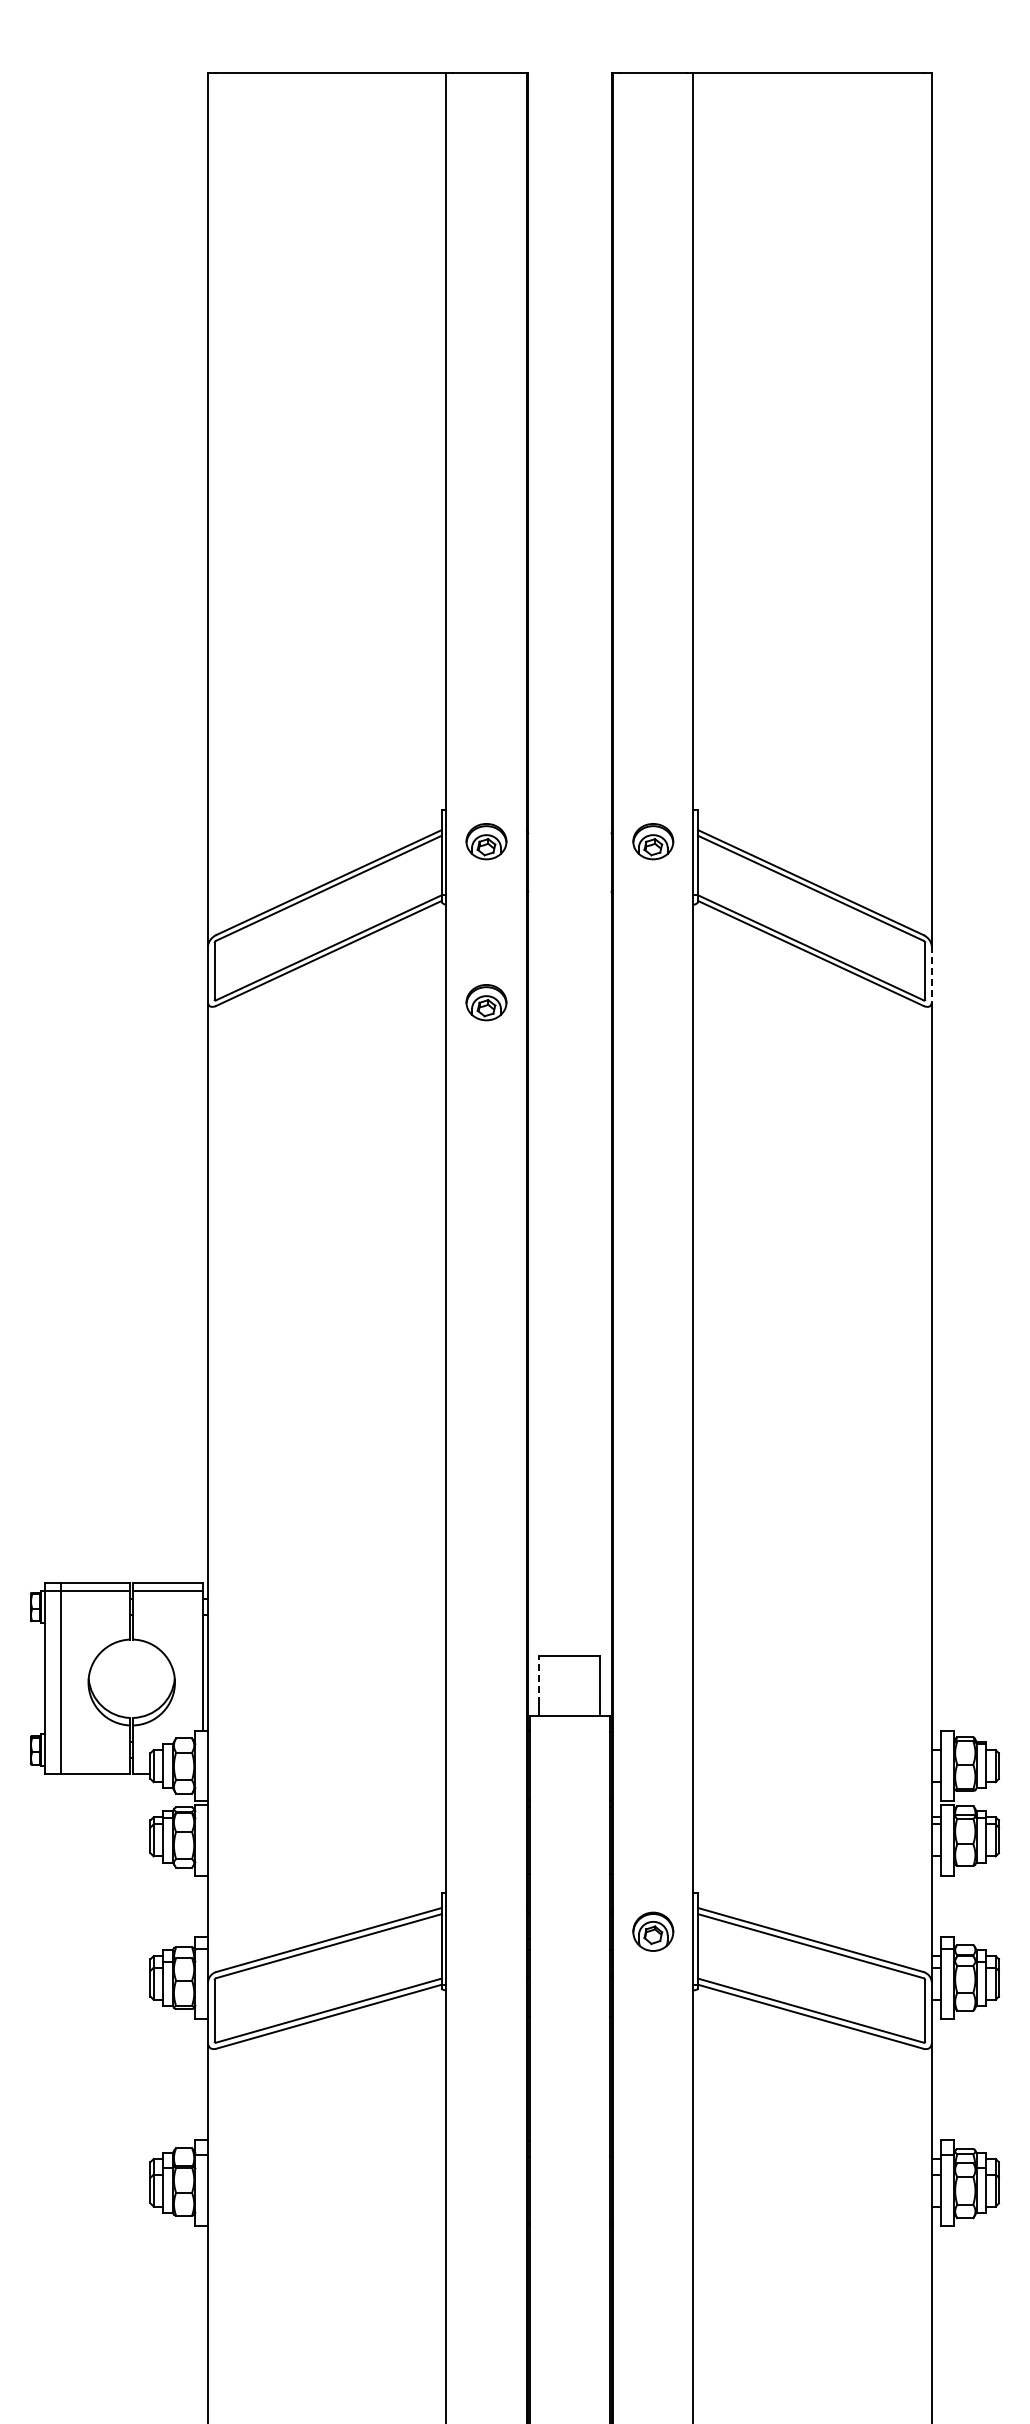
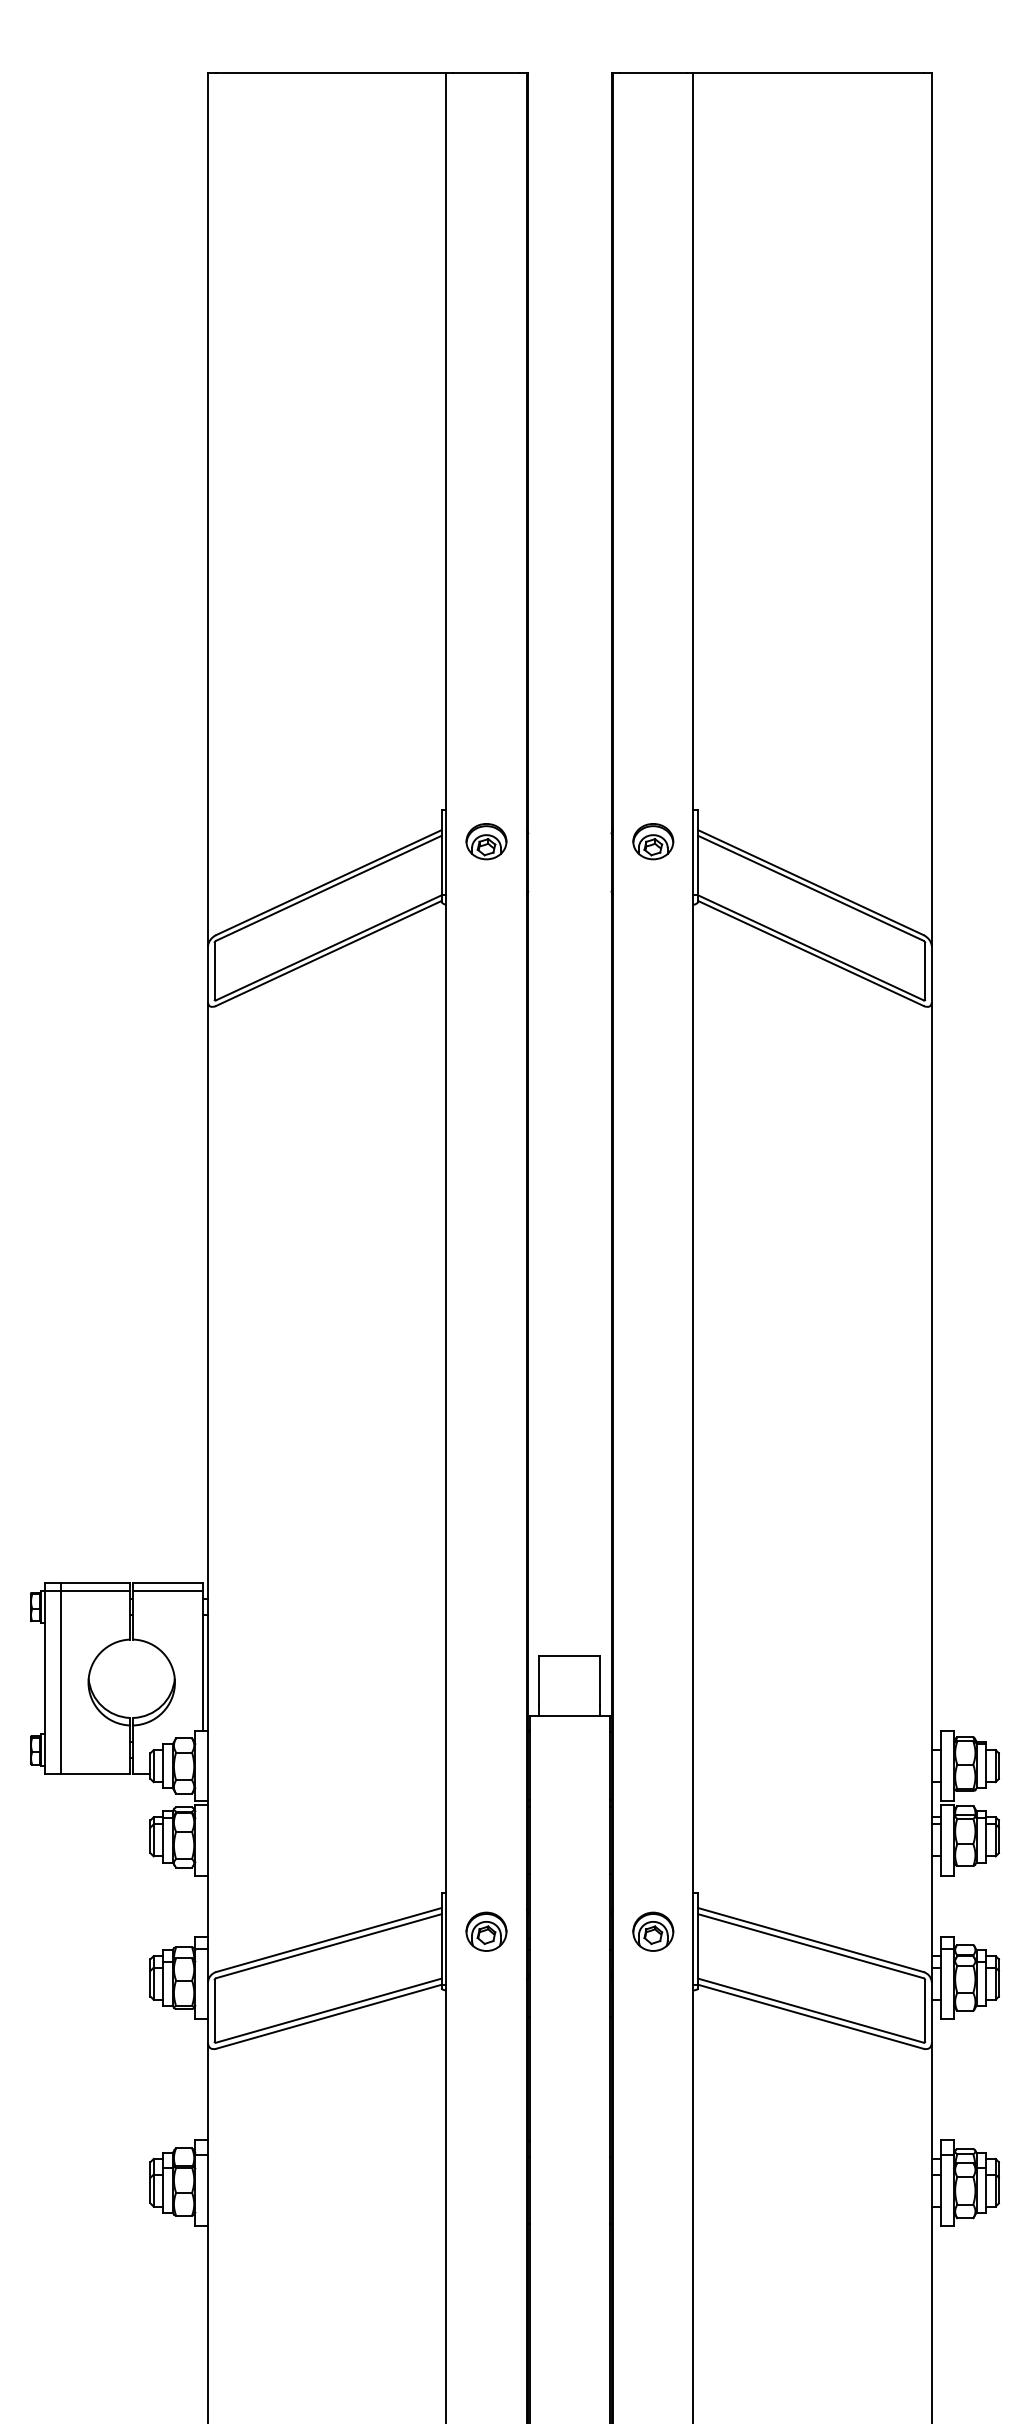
line at (931, 974): dashed -> solid
part at (486, 1002): present -> none
line at (539, 1679): dashed -> solid
part at (486, 1931): none -> present
